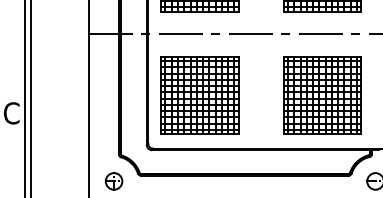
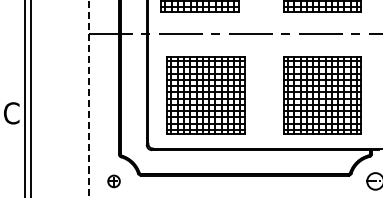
part at (199, 95) position: (199, 95) -> (205, 95)
line at (89, 98): solid -> dashed
part at (113, 181) size: 20x19 px -> 14x15 px
